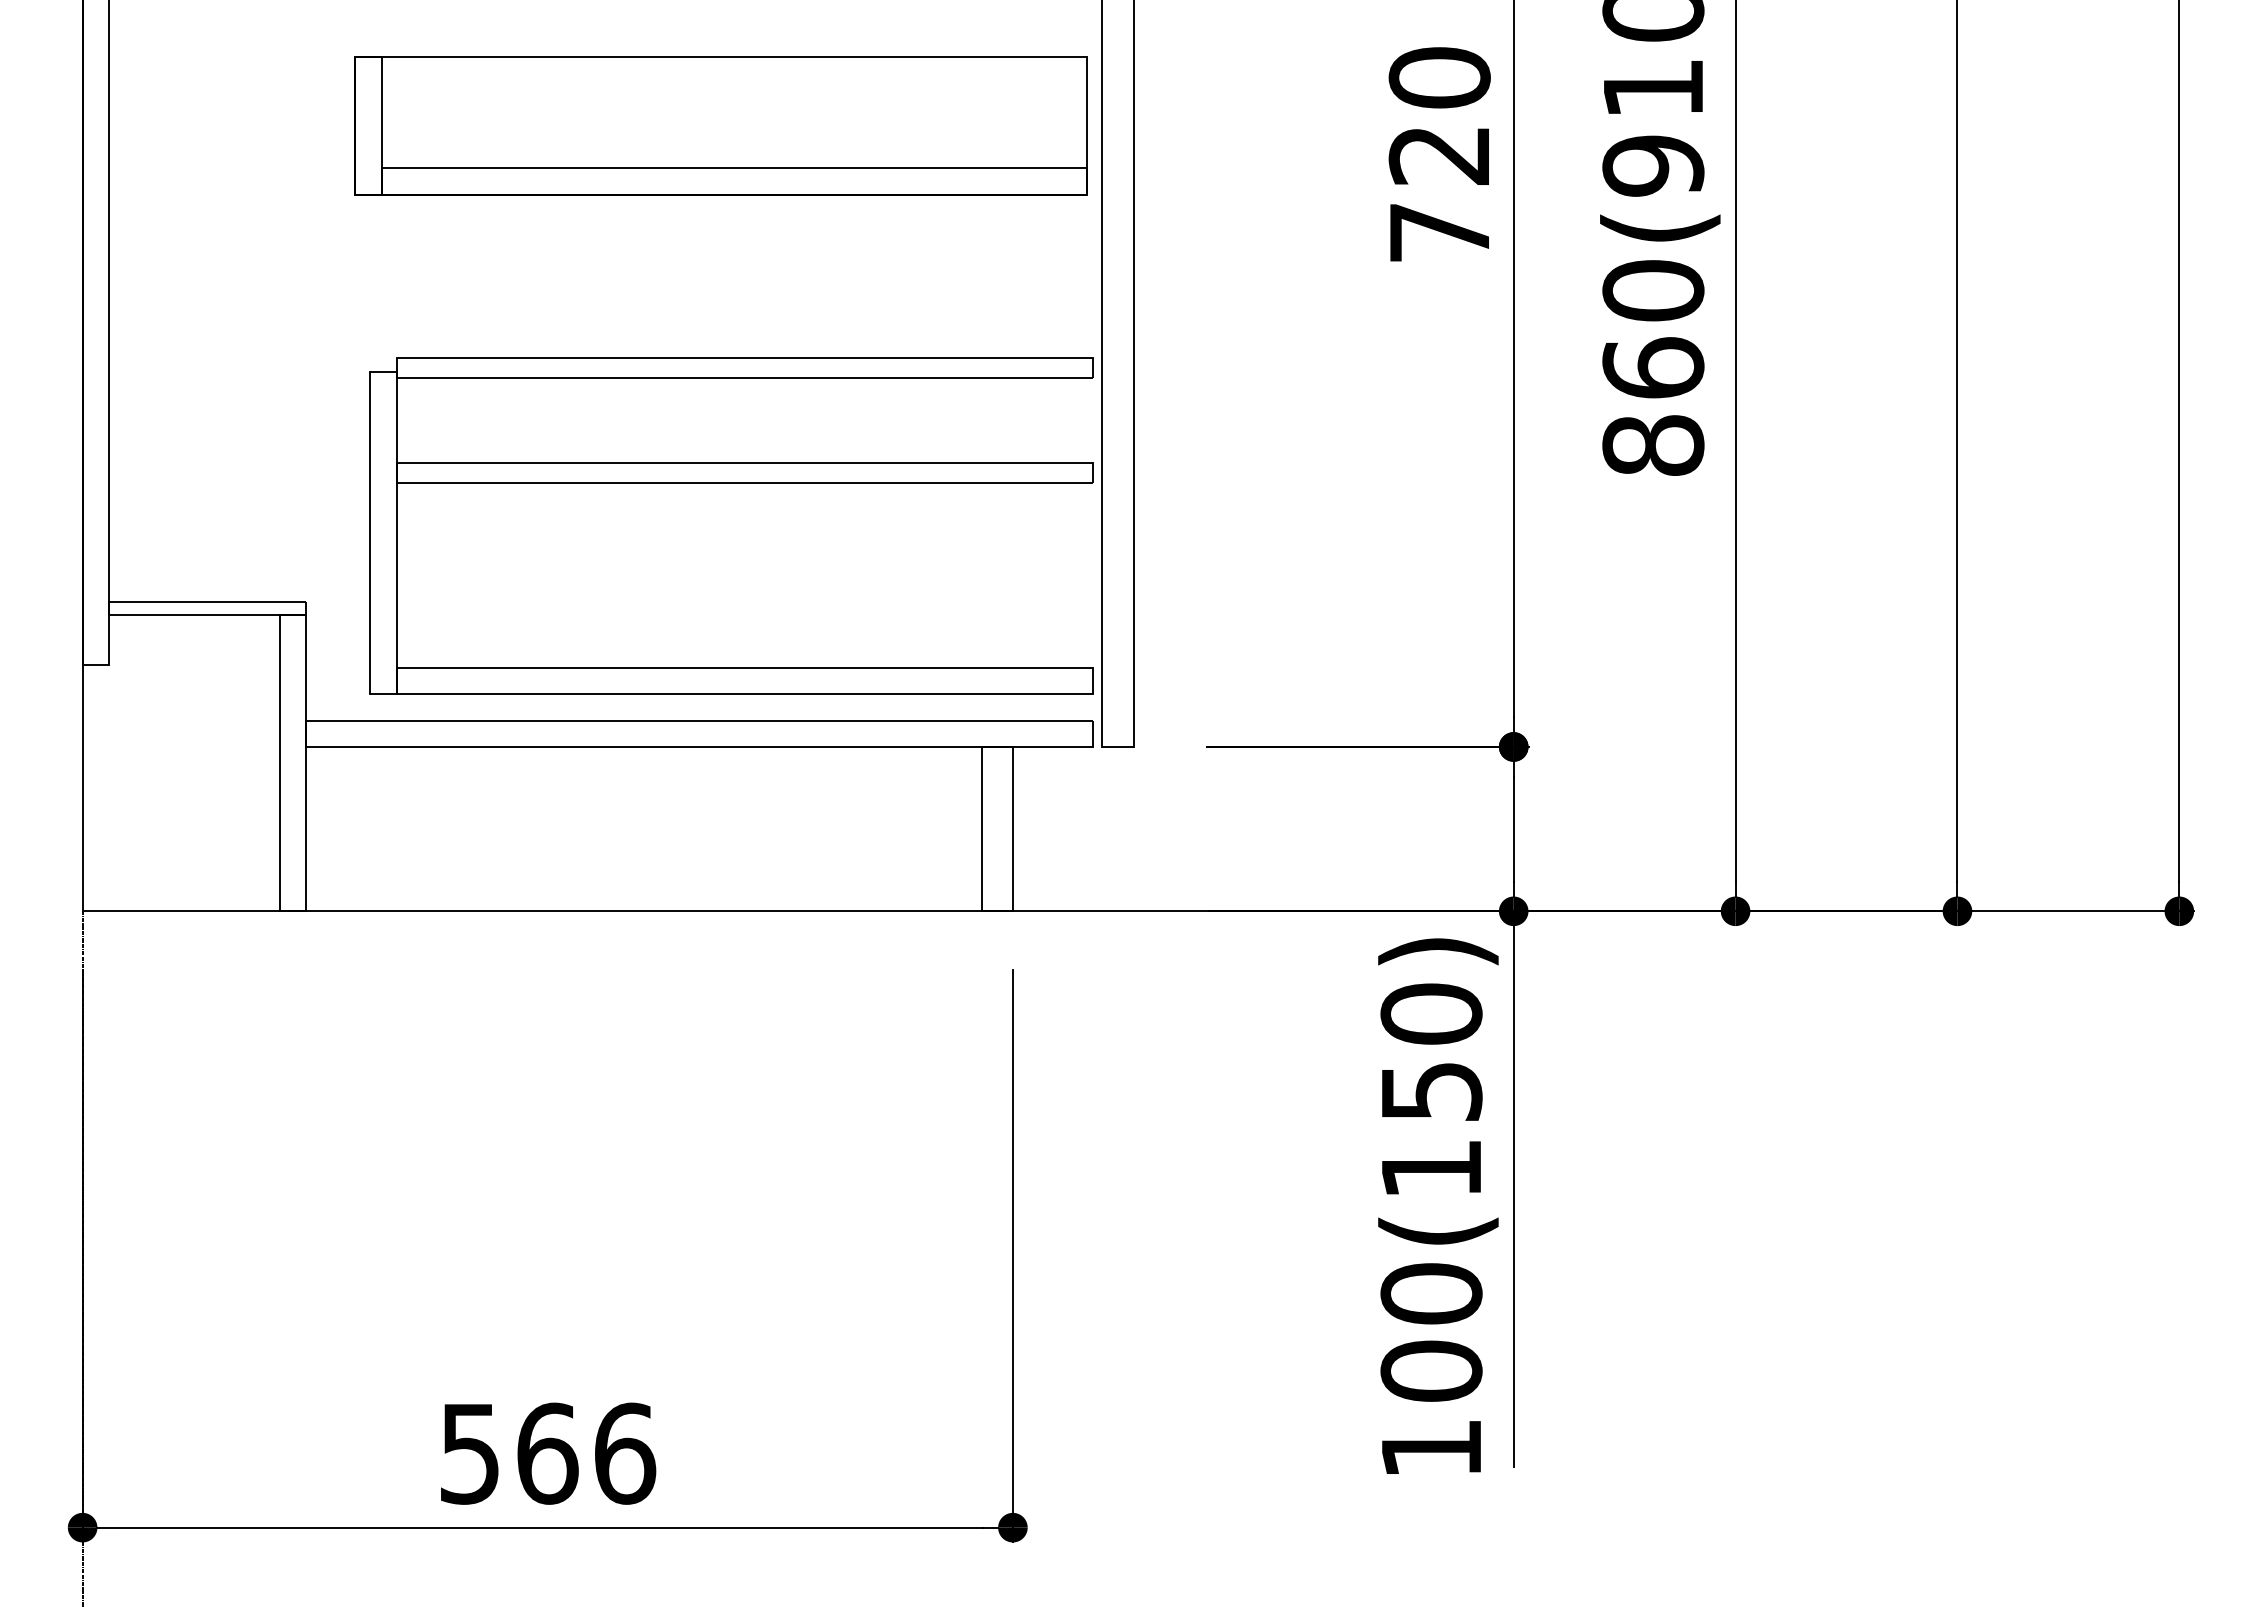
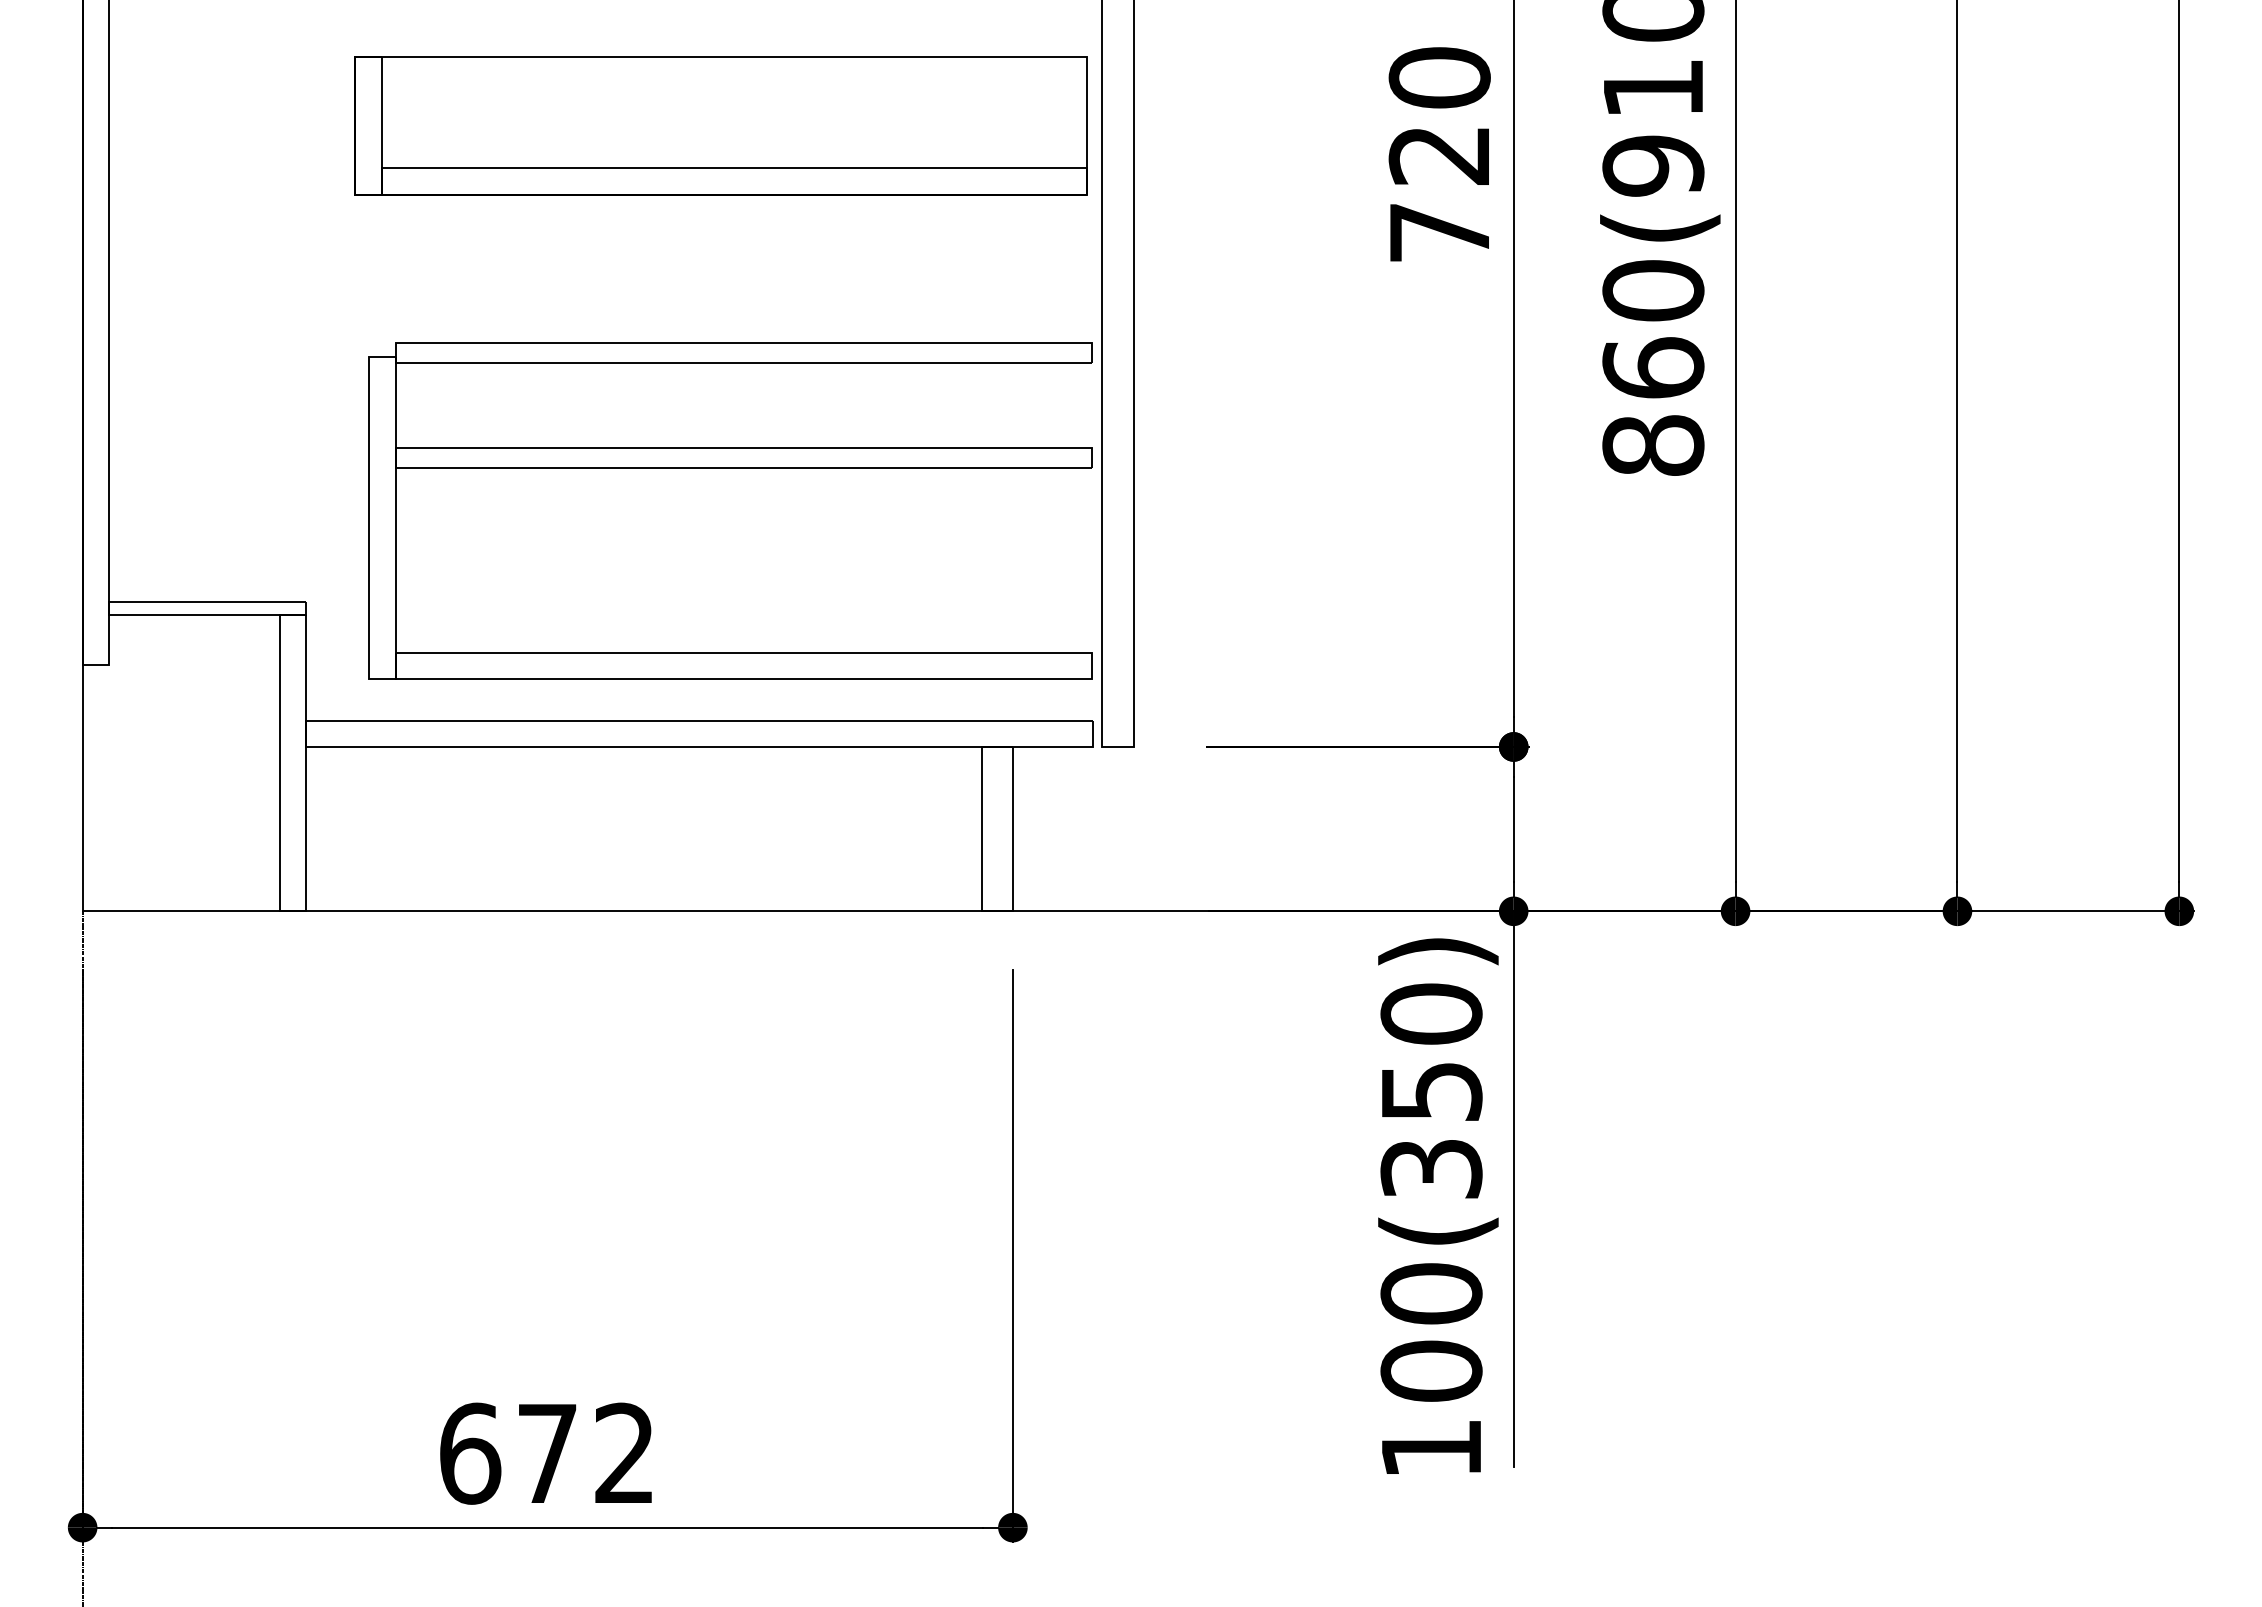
part at (731, 483) position: (731, 483) -> (730, 468)
text at (1431, 1169): 100(150) -> 100(350)
text at (548, 1453): 566 -> 672
